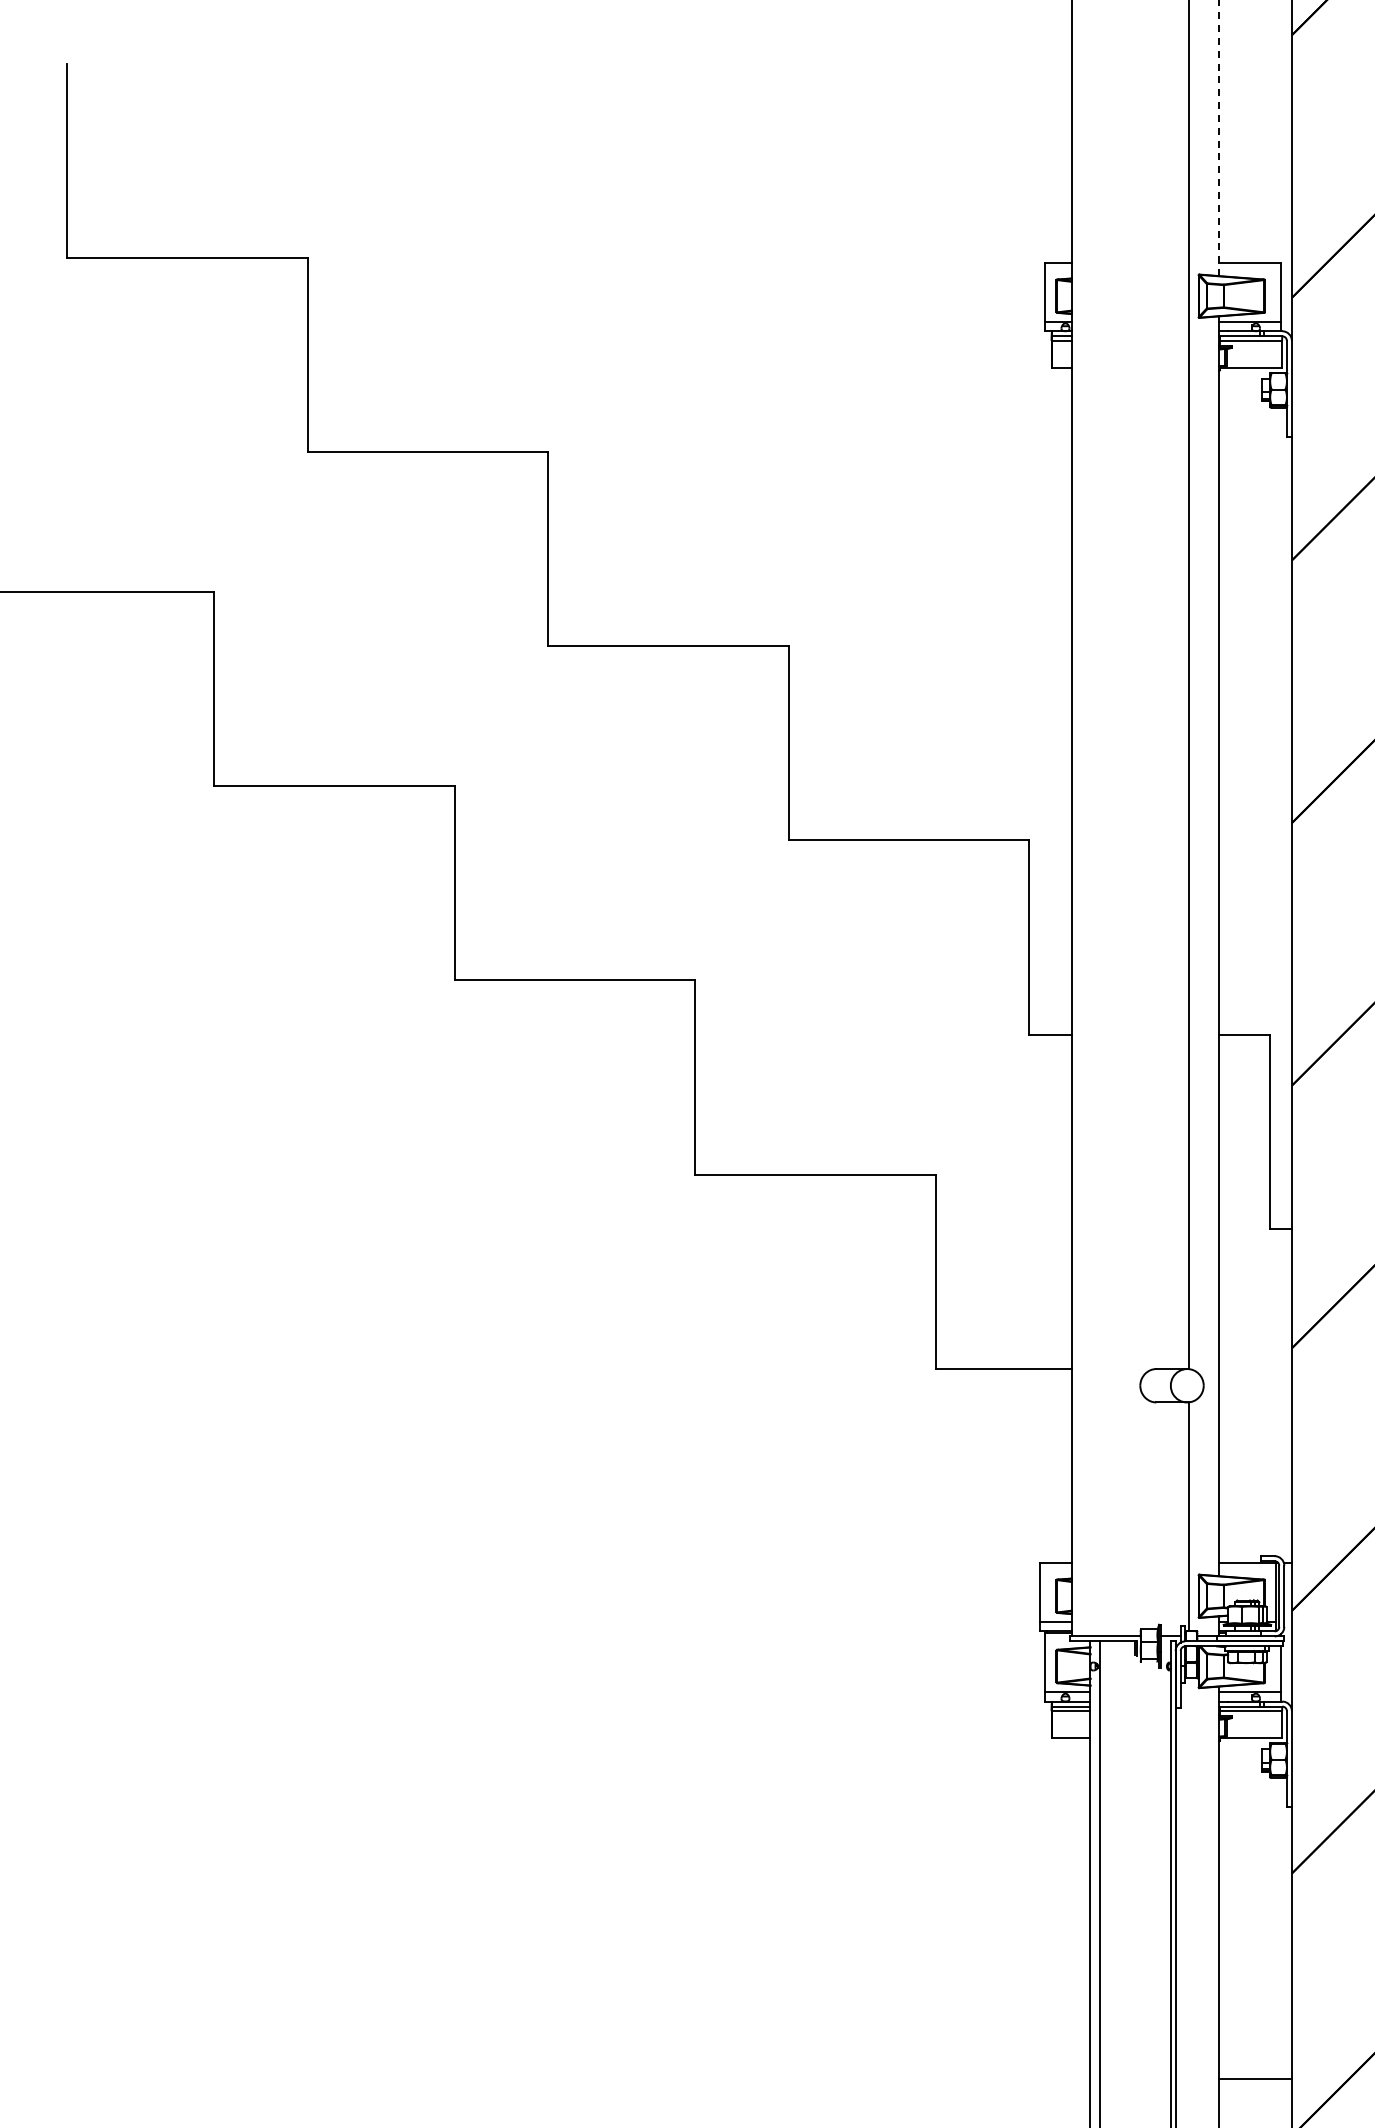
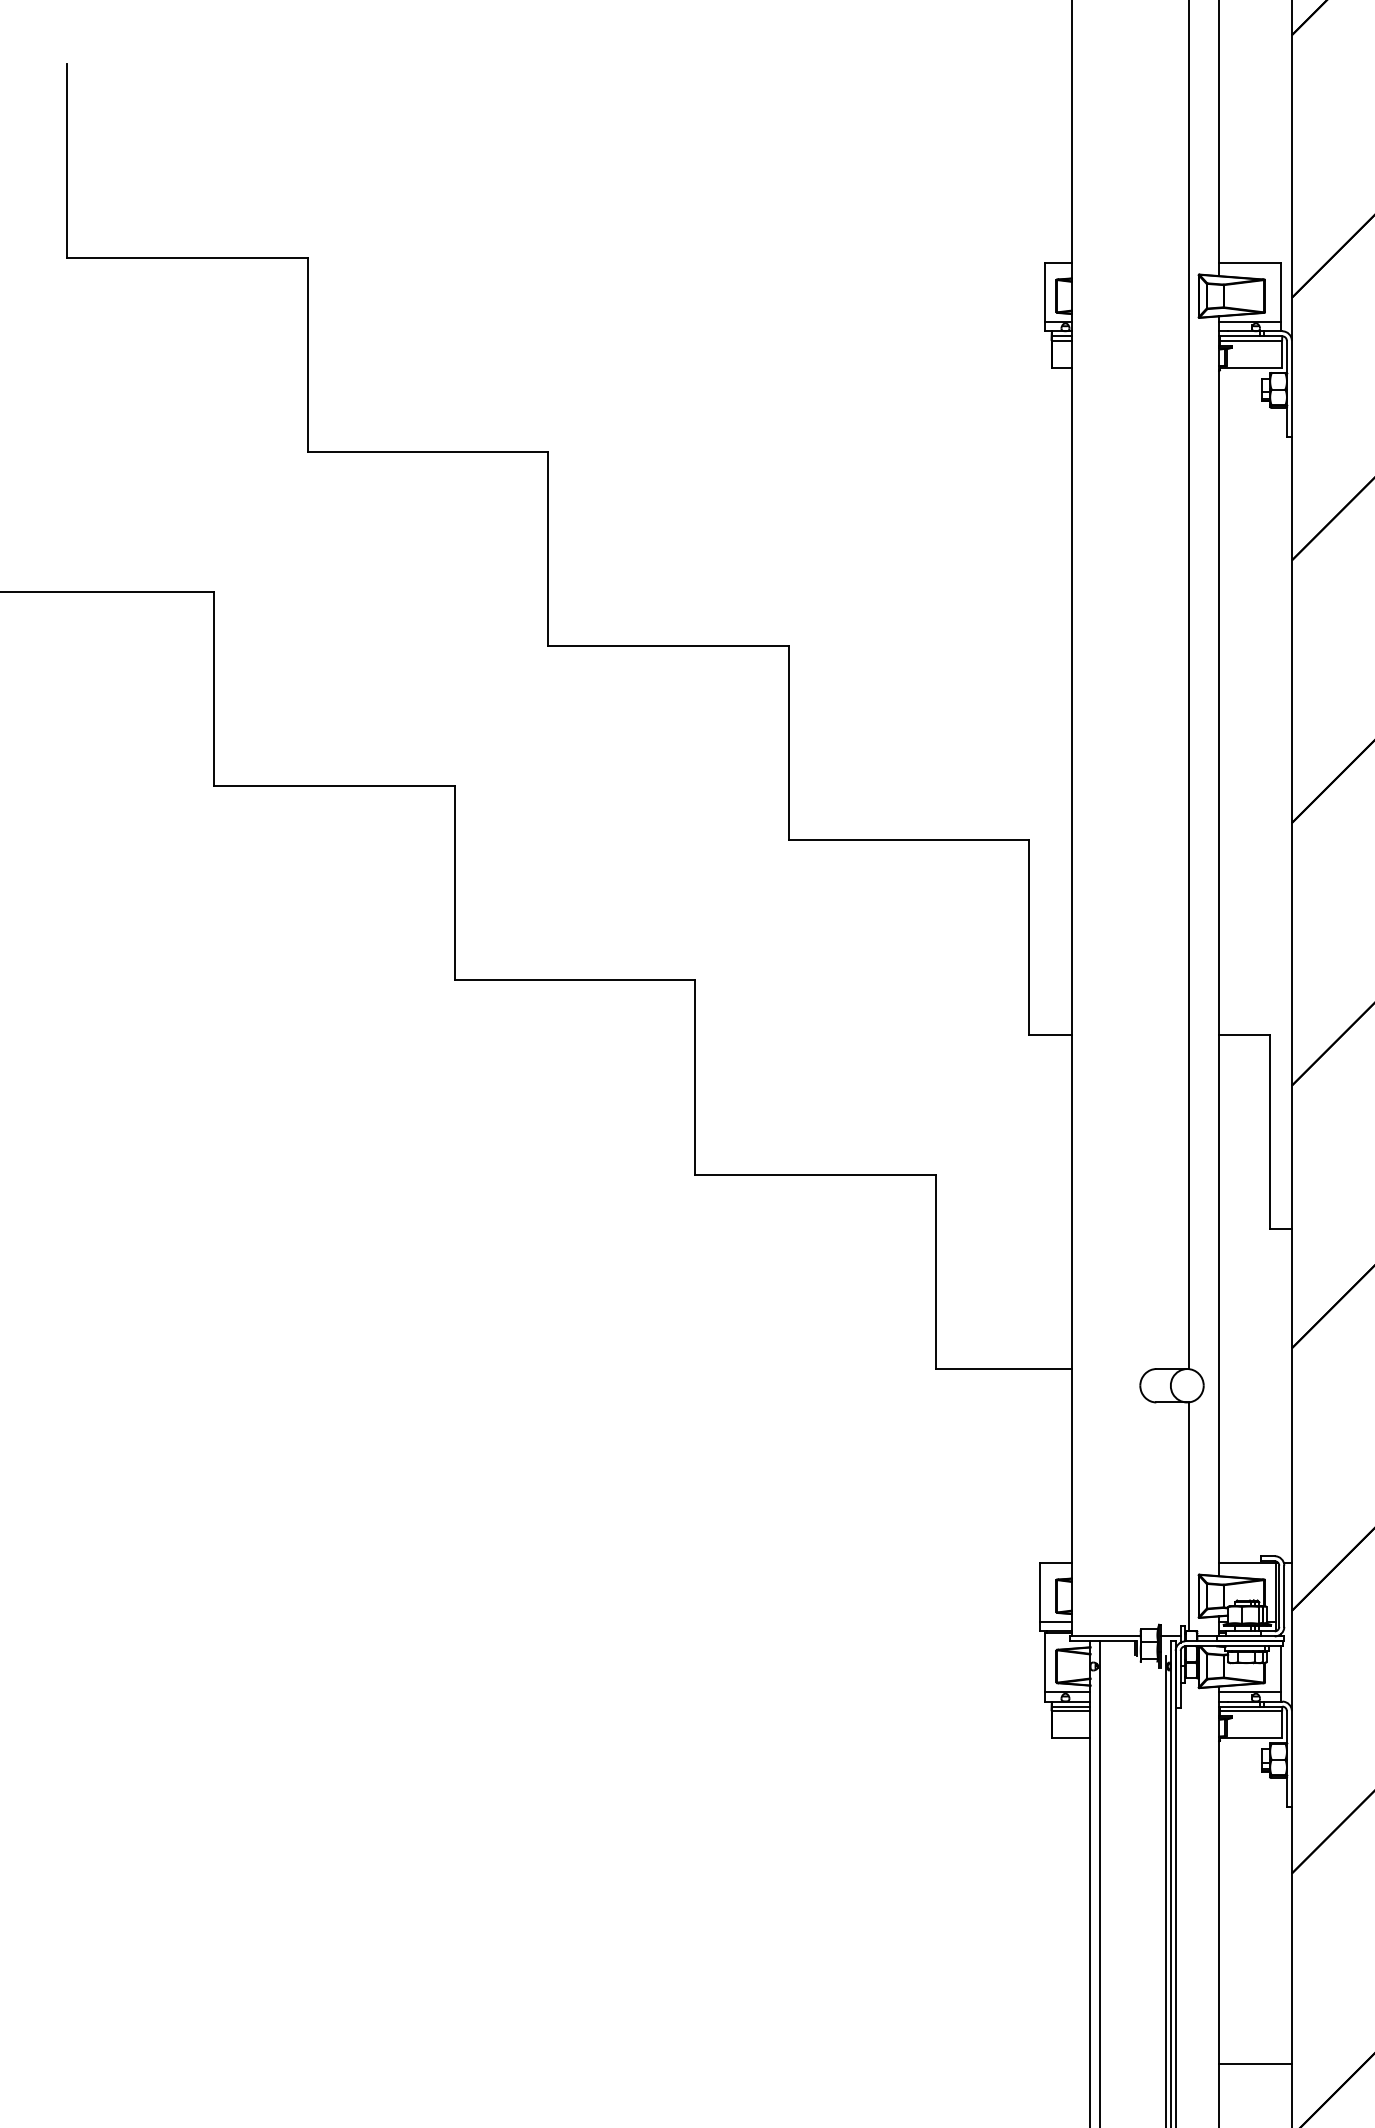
line at (1219, 138): dashed -> solid
line at (1166, 1890): none -> present
line at (1255, 2079) position: (1255, 2079) -> (1255, 2064)
